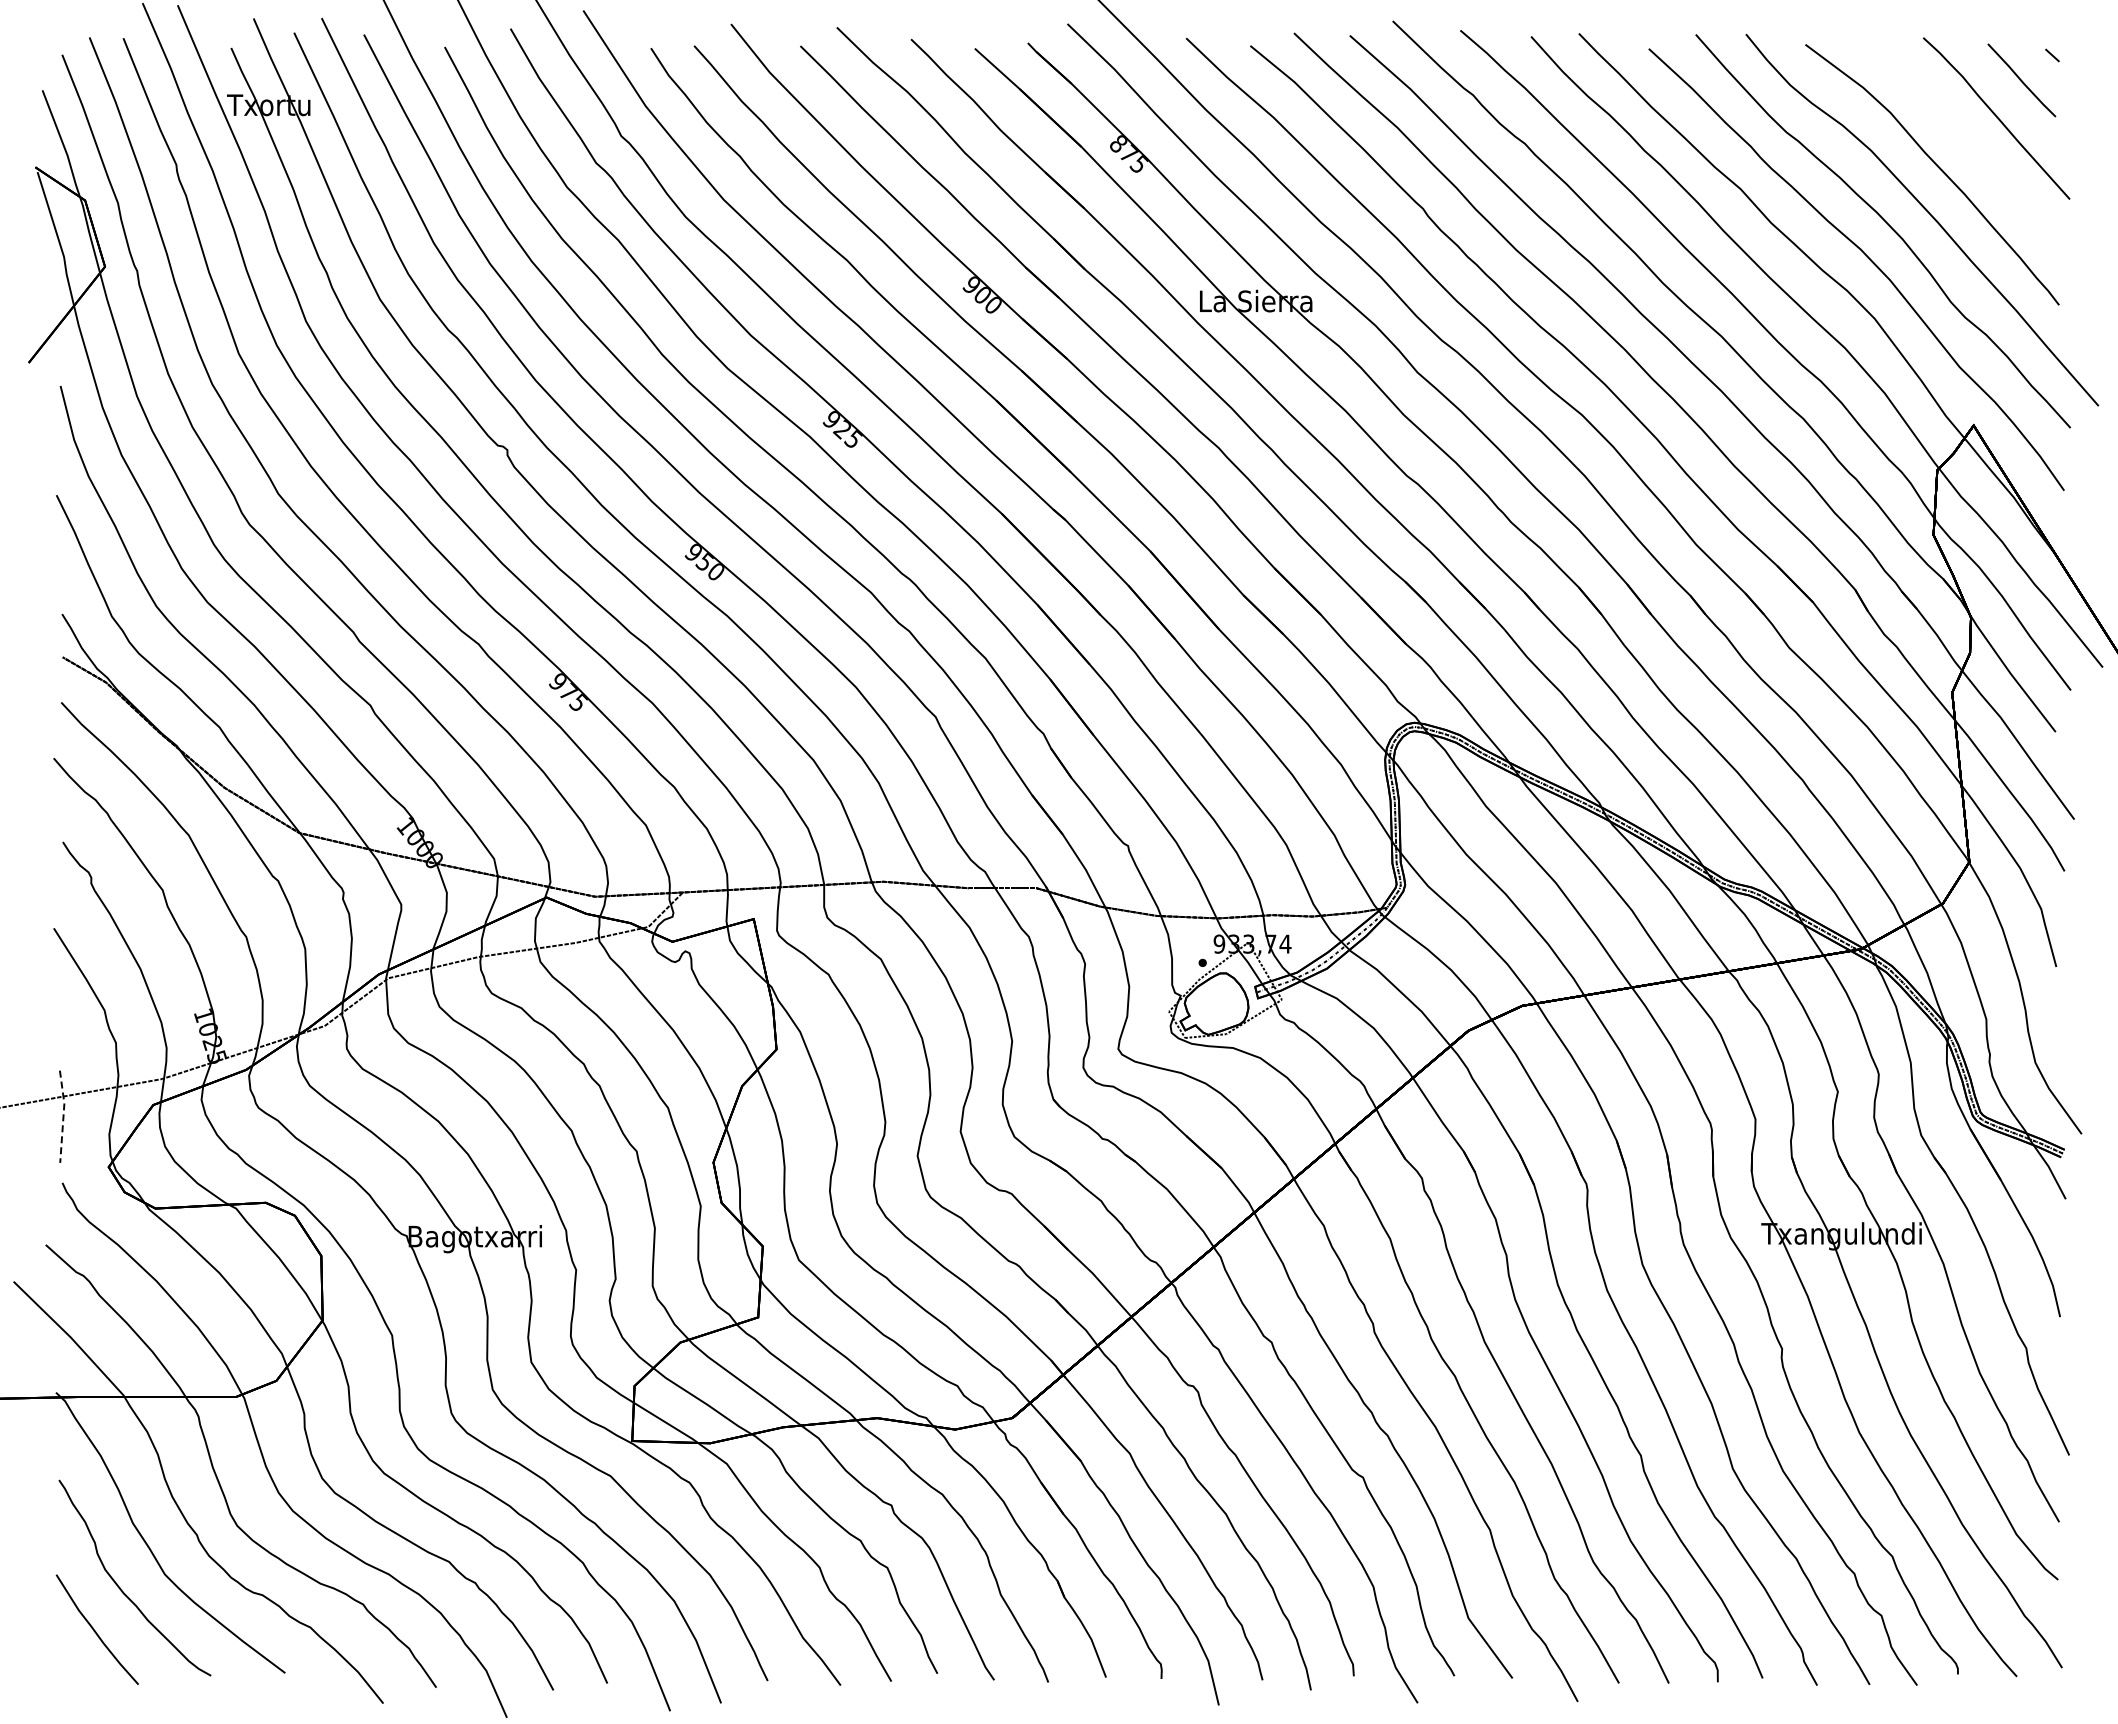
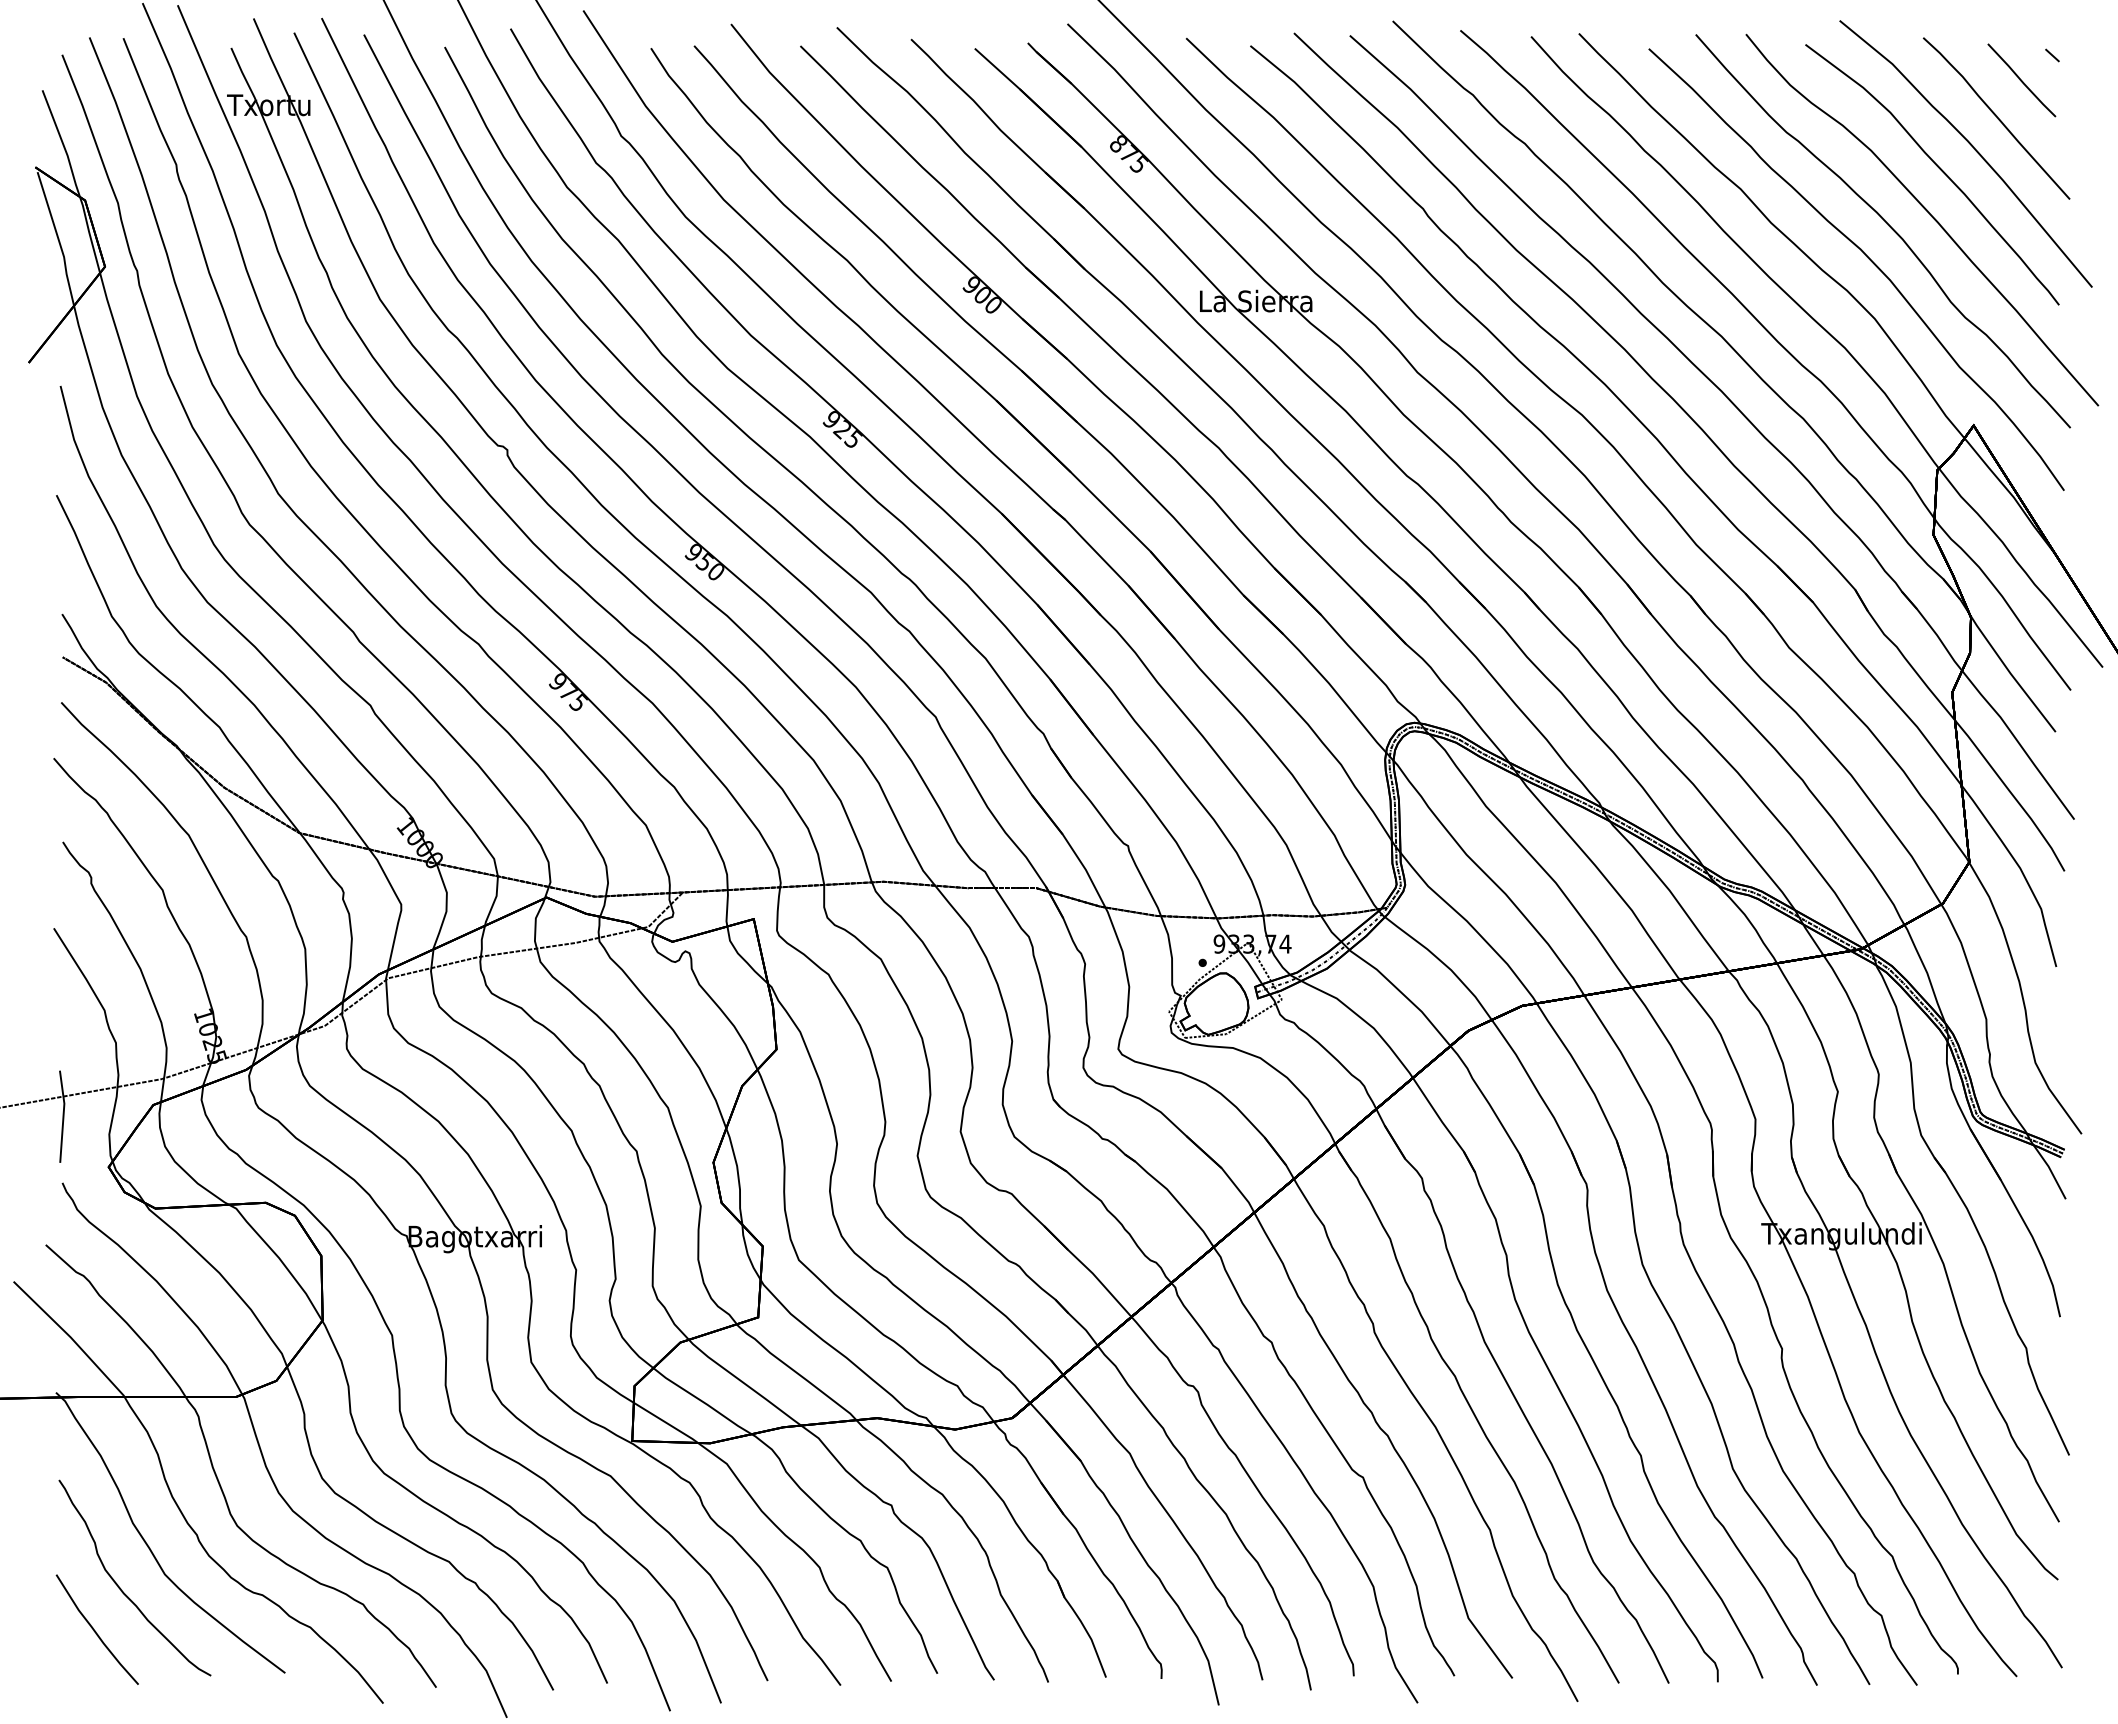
curve at (1971, 146): none -> present
line at (63, 1116): dashed -> solid
